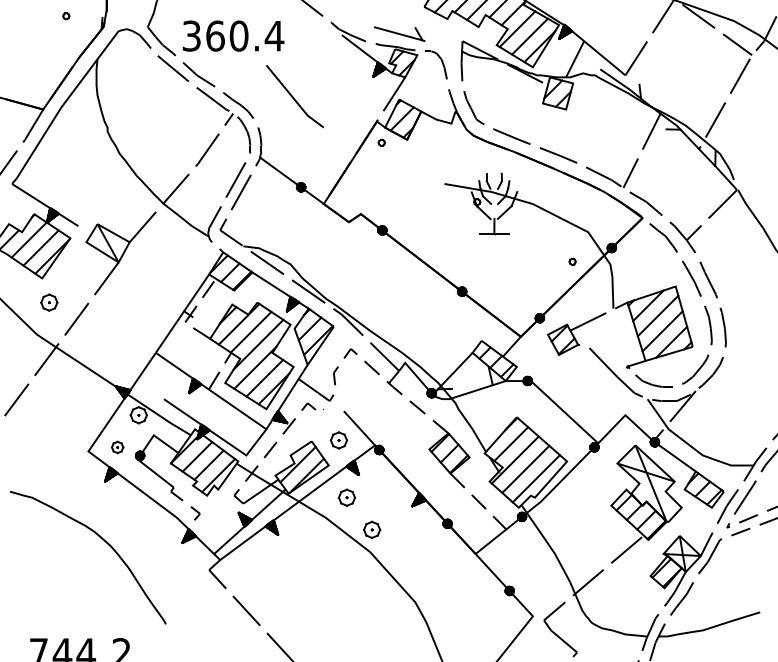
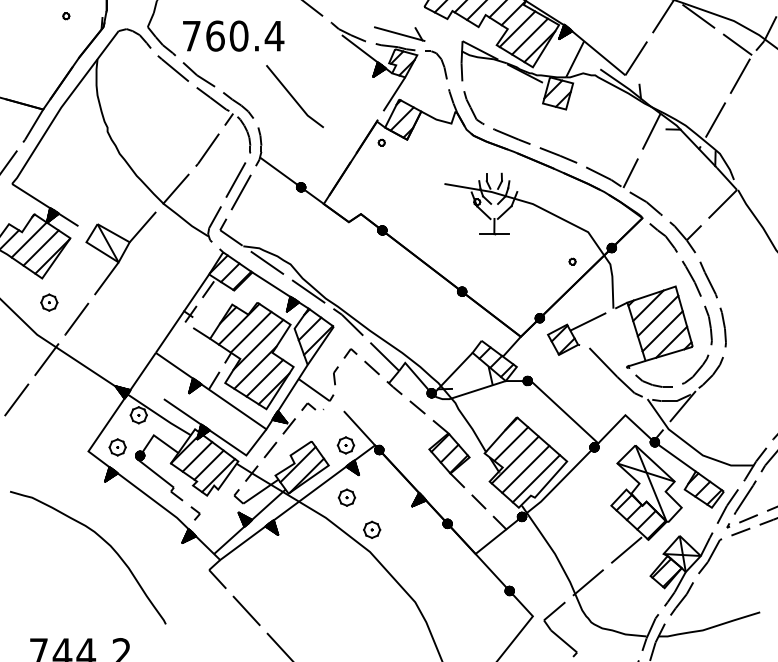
text at (191, 35): 360.4 -> 760.4
part at (338, 440) position: (338, 440) -> (345, 445)
part at (117, 447) size: 15x15 px -> 19x19 px
